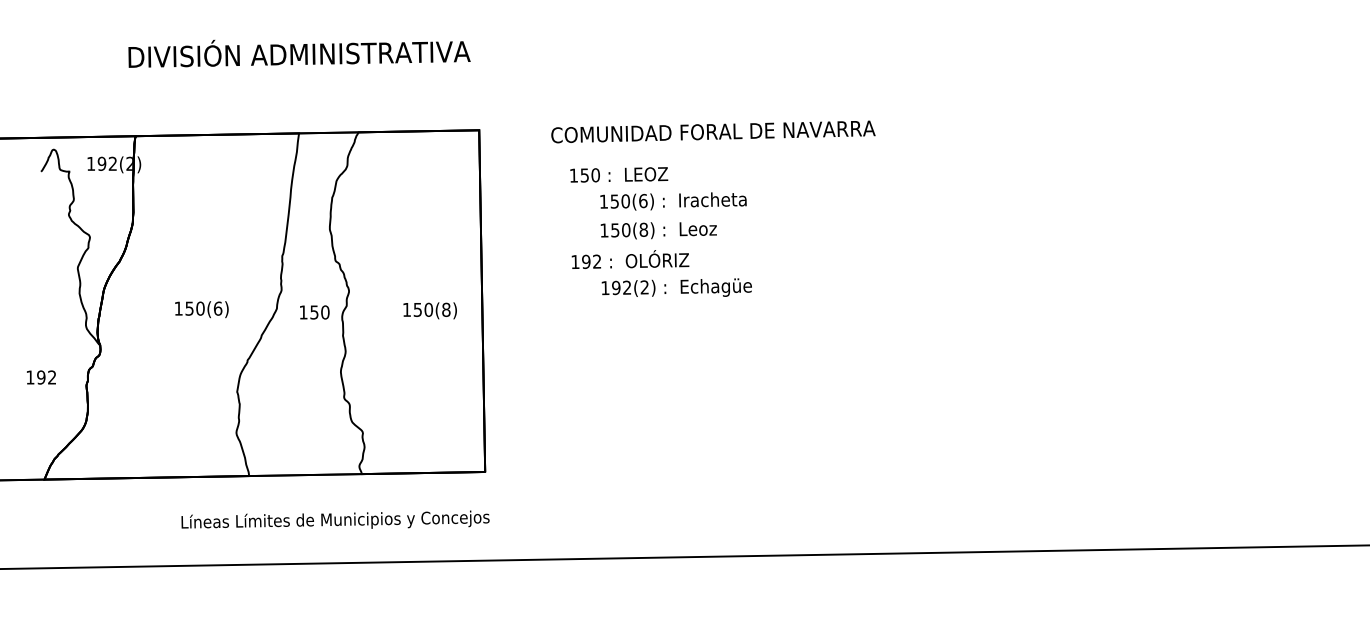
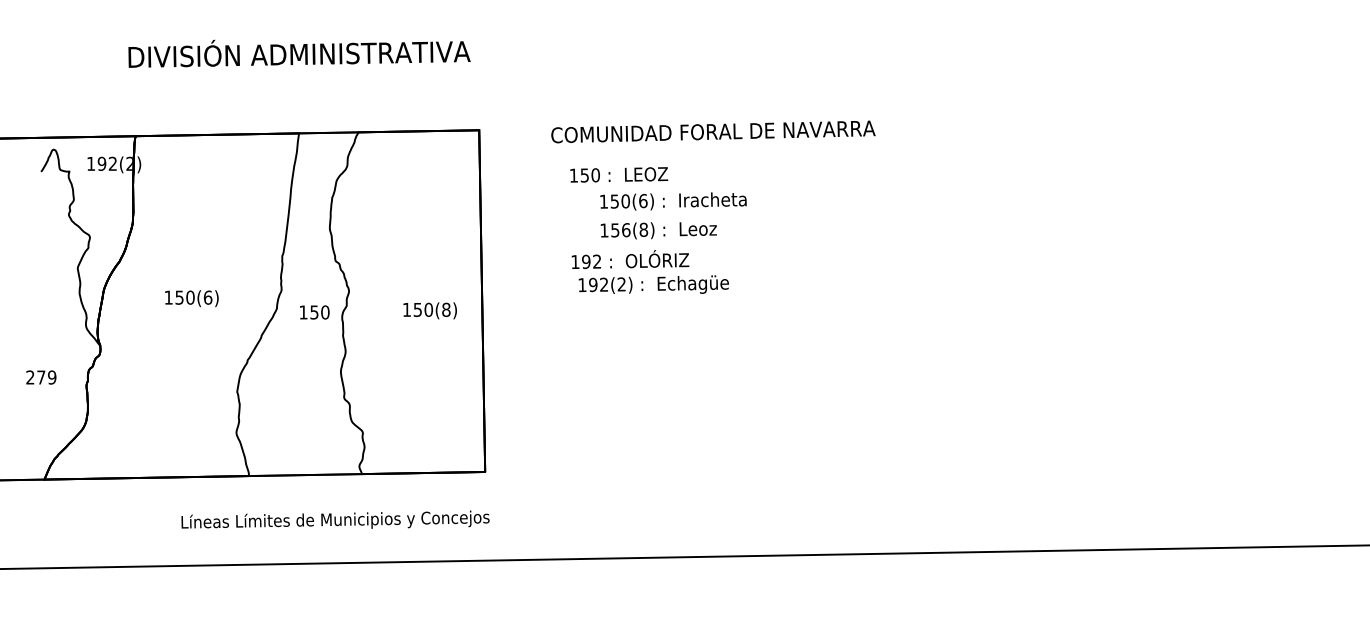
text at (626, 229): 150(8) -> 156(8)
text at (676, 287) position: (676, 287) -> (653, 284)
text at (201, 309) position: (201, 309) -> (191, 298)
text at (41, 377): 192 -> 279
